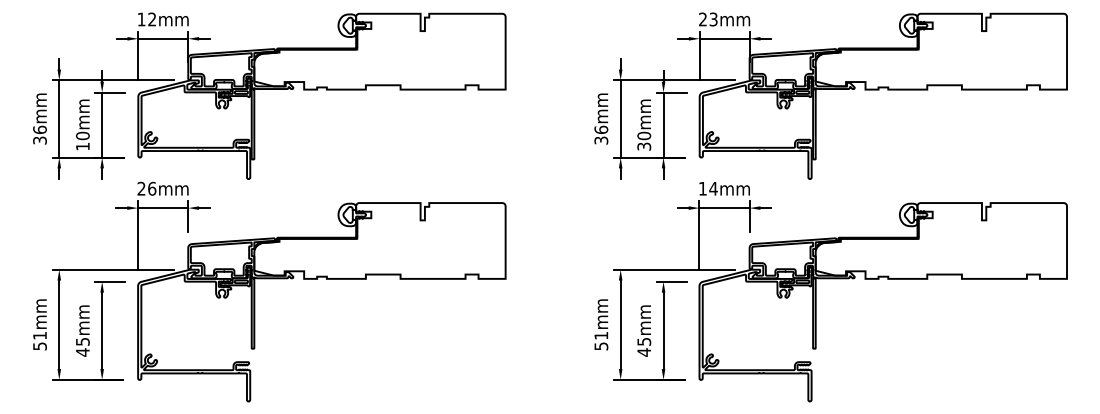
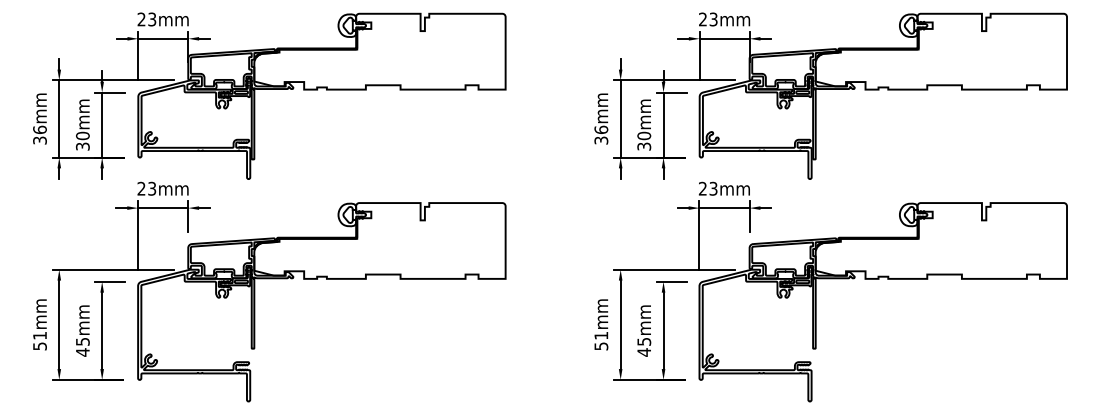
text at (146, 19): 12mm -> 23mm
text at (82, 146): 10mm -> 30mm
text at (152, 188): 26mm -> 23mm
text at (707, 188): 14mm -> 23mm
